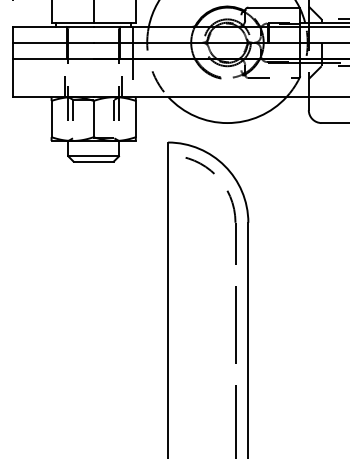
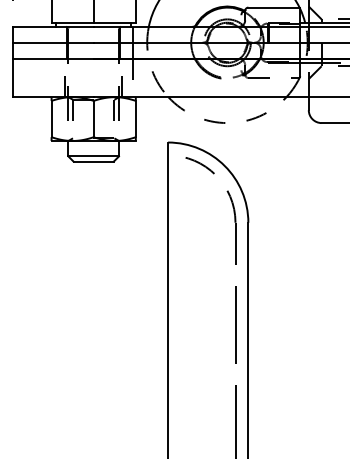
arc at (227, 123): solid -> dashed
